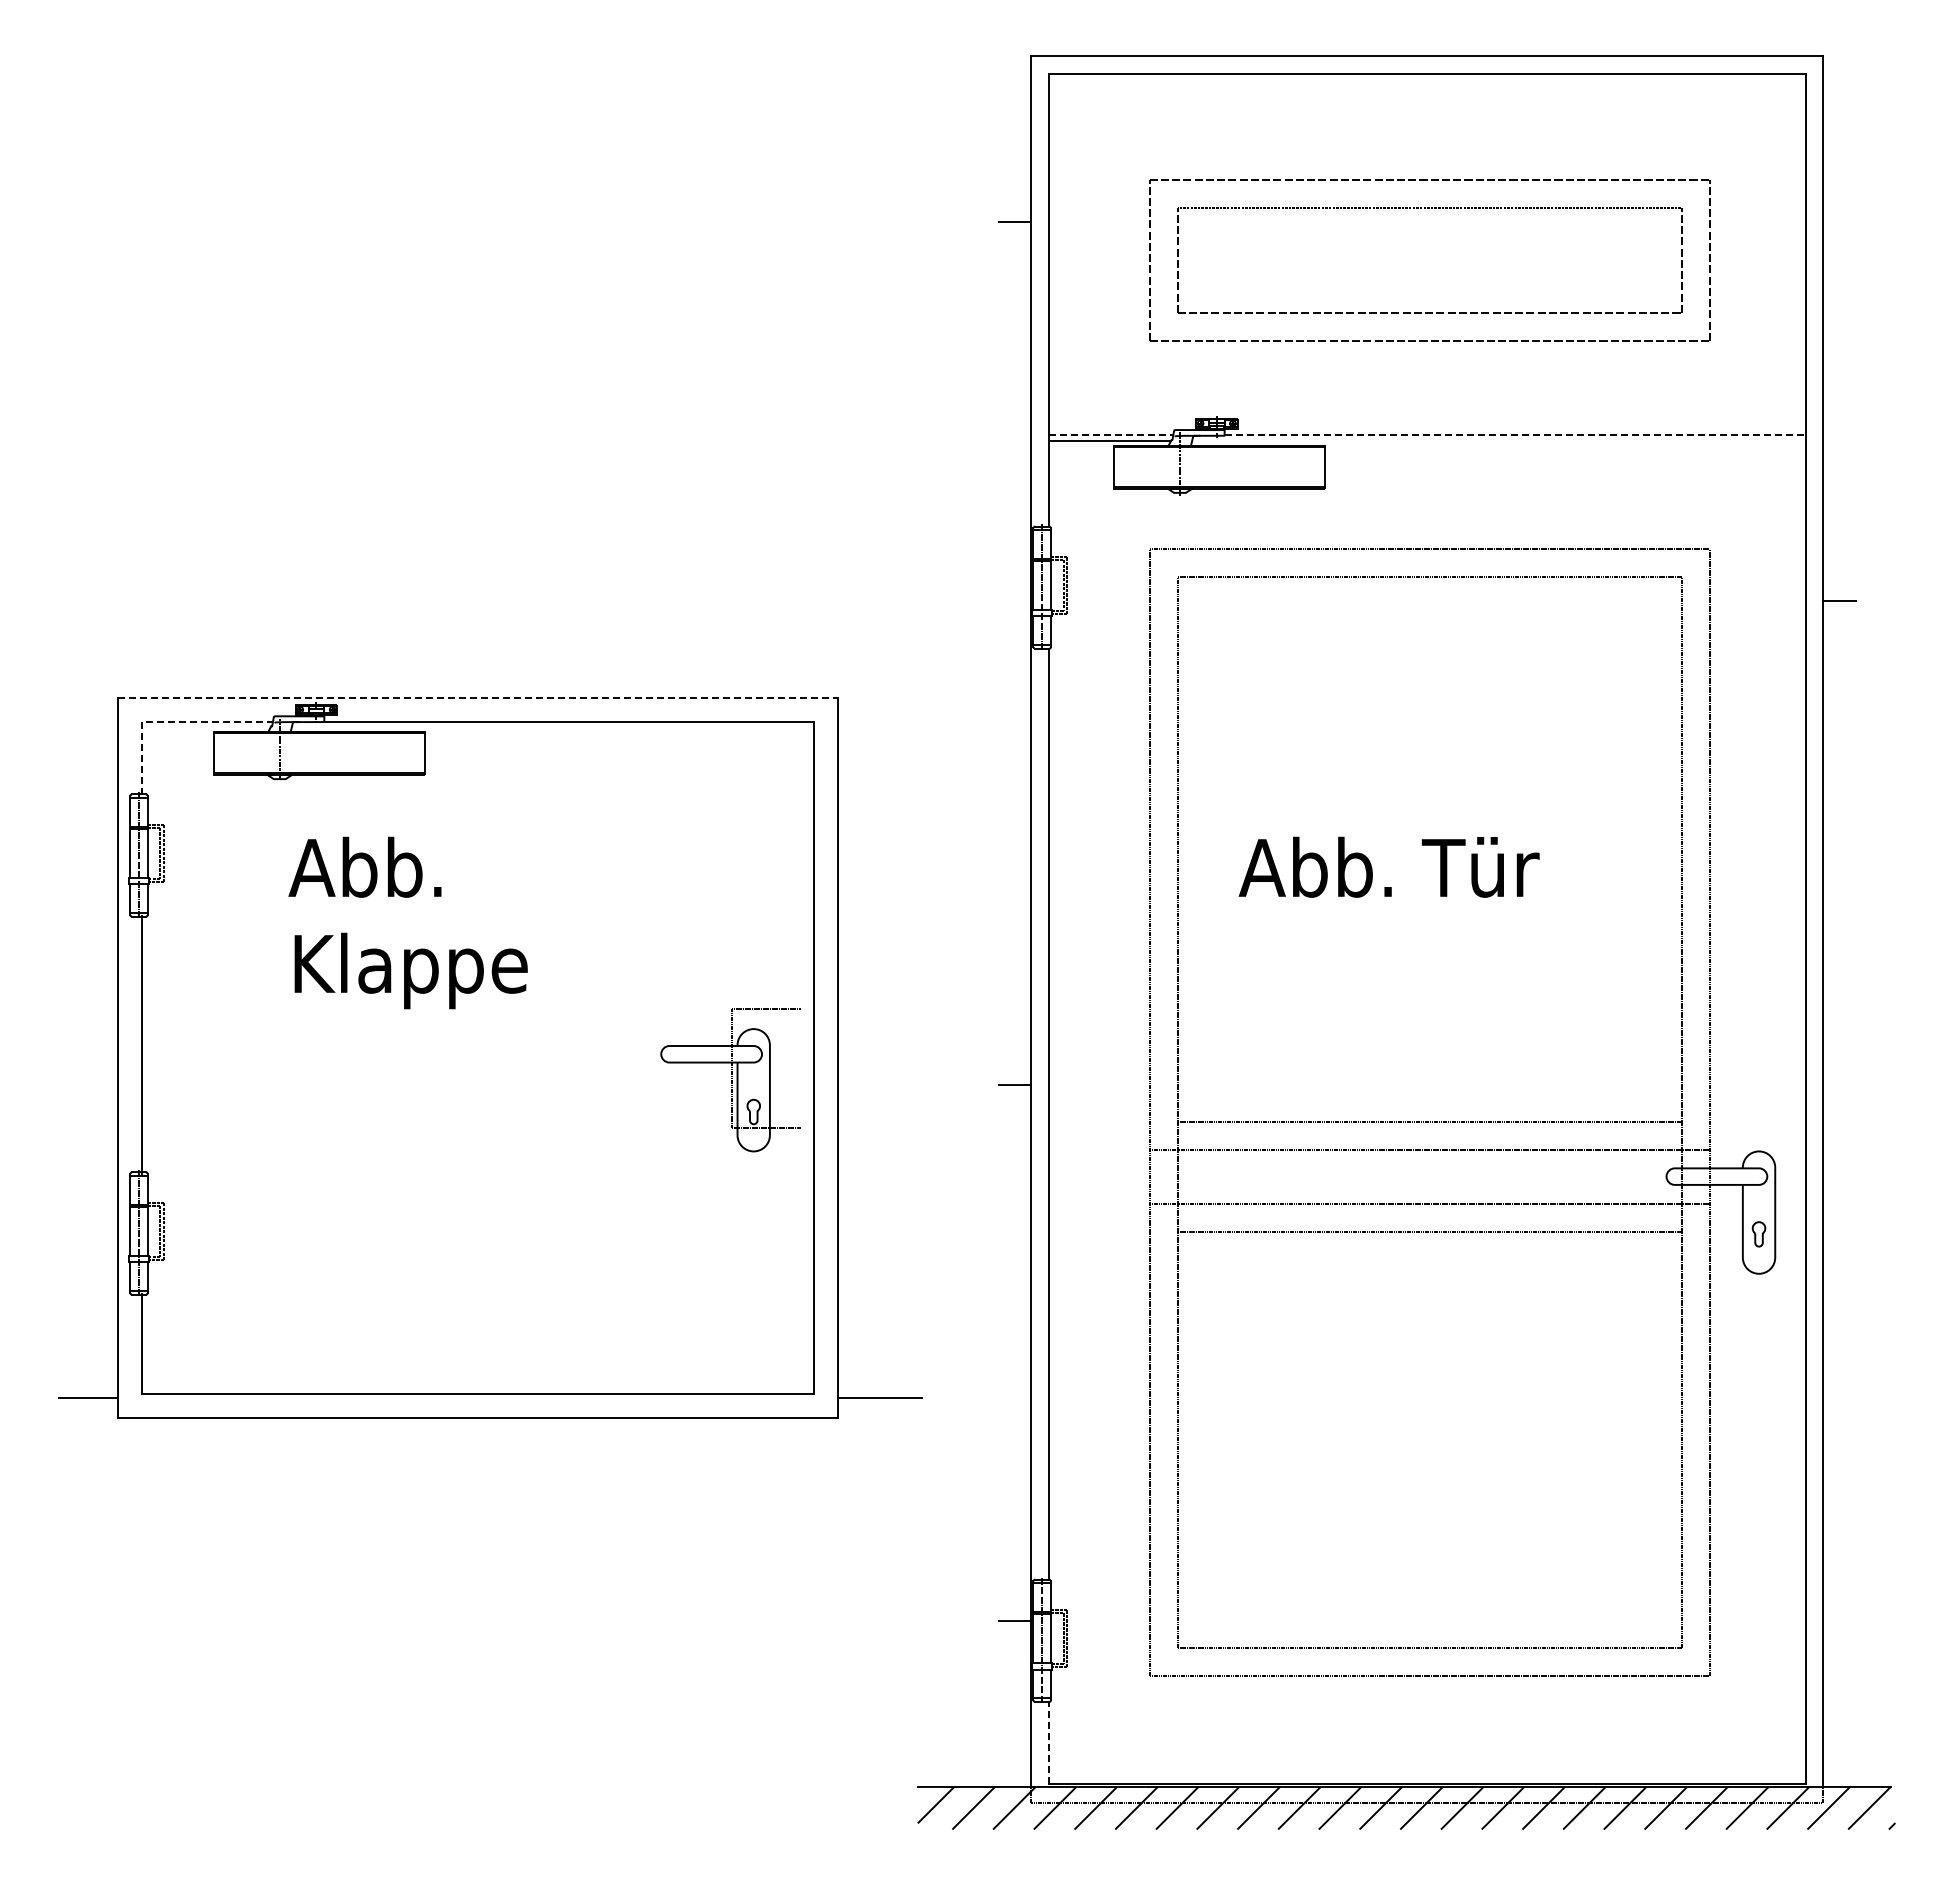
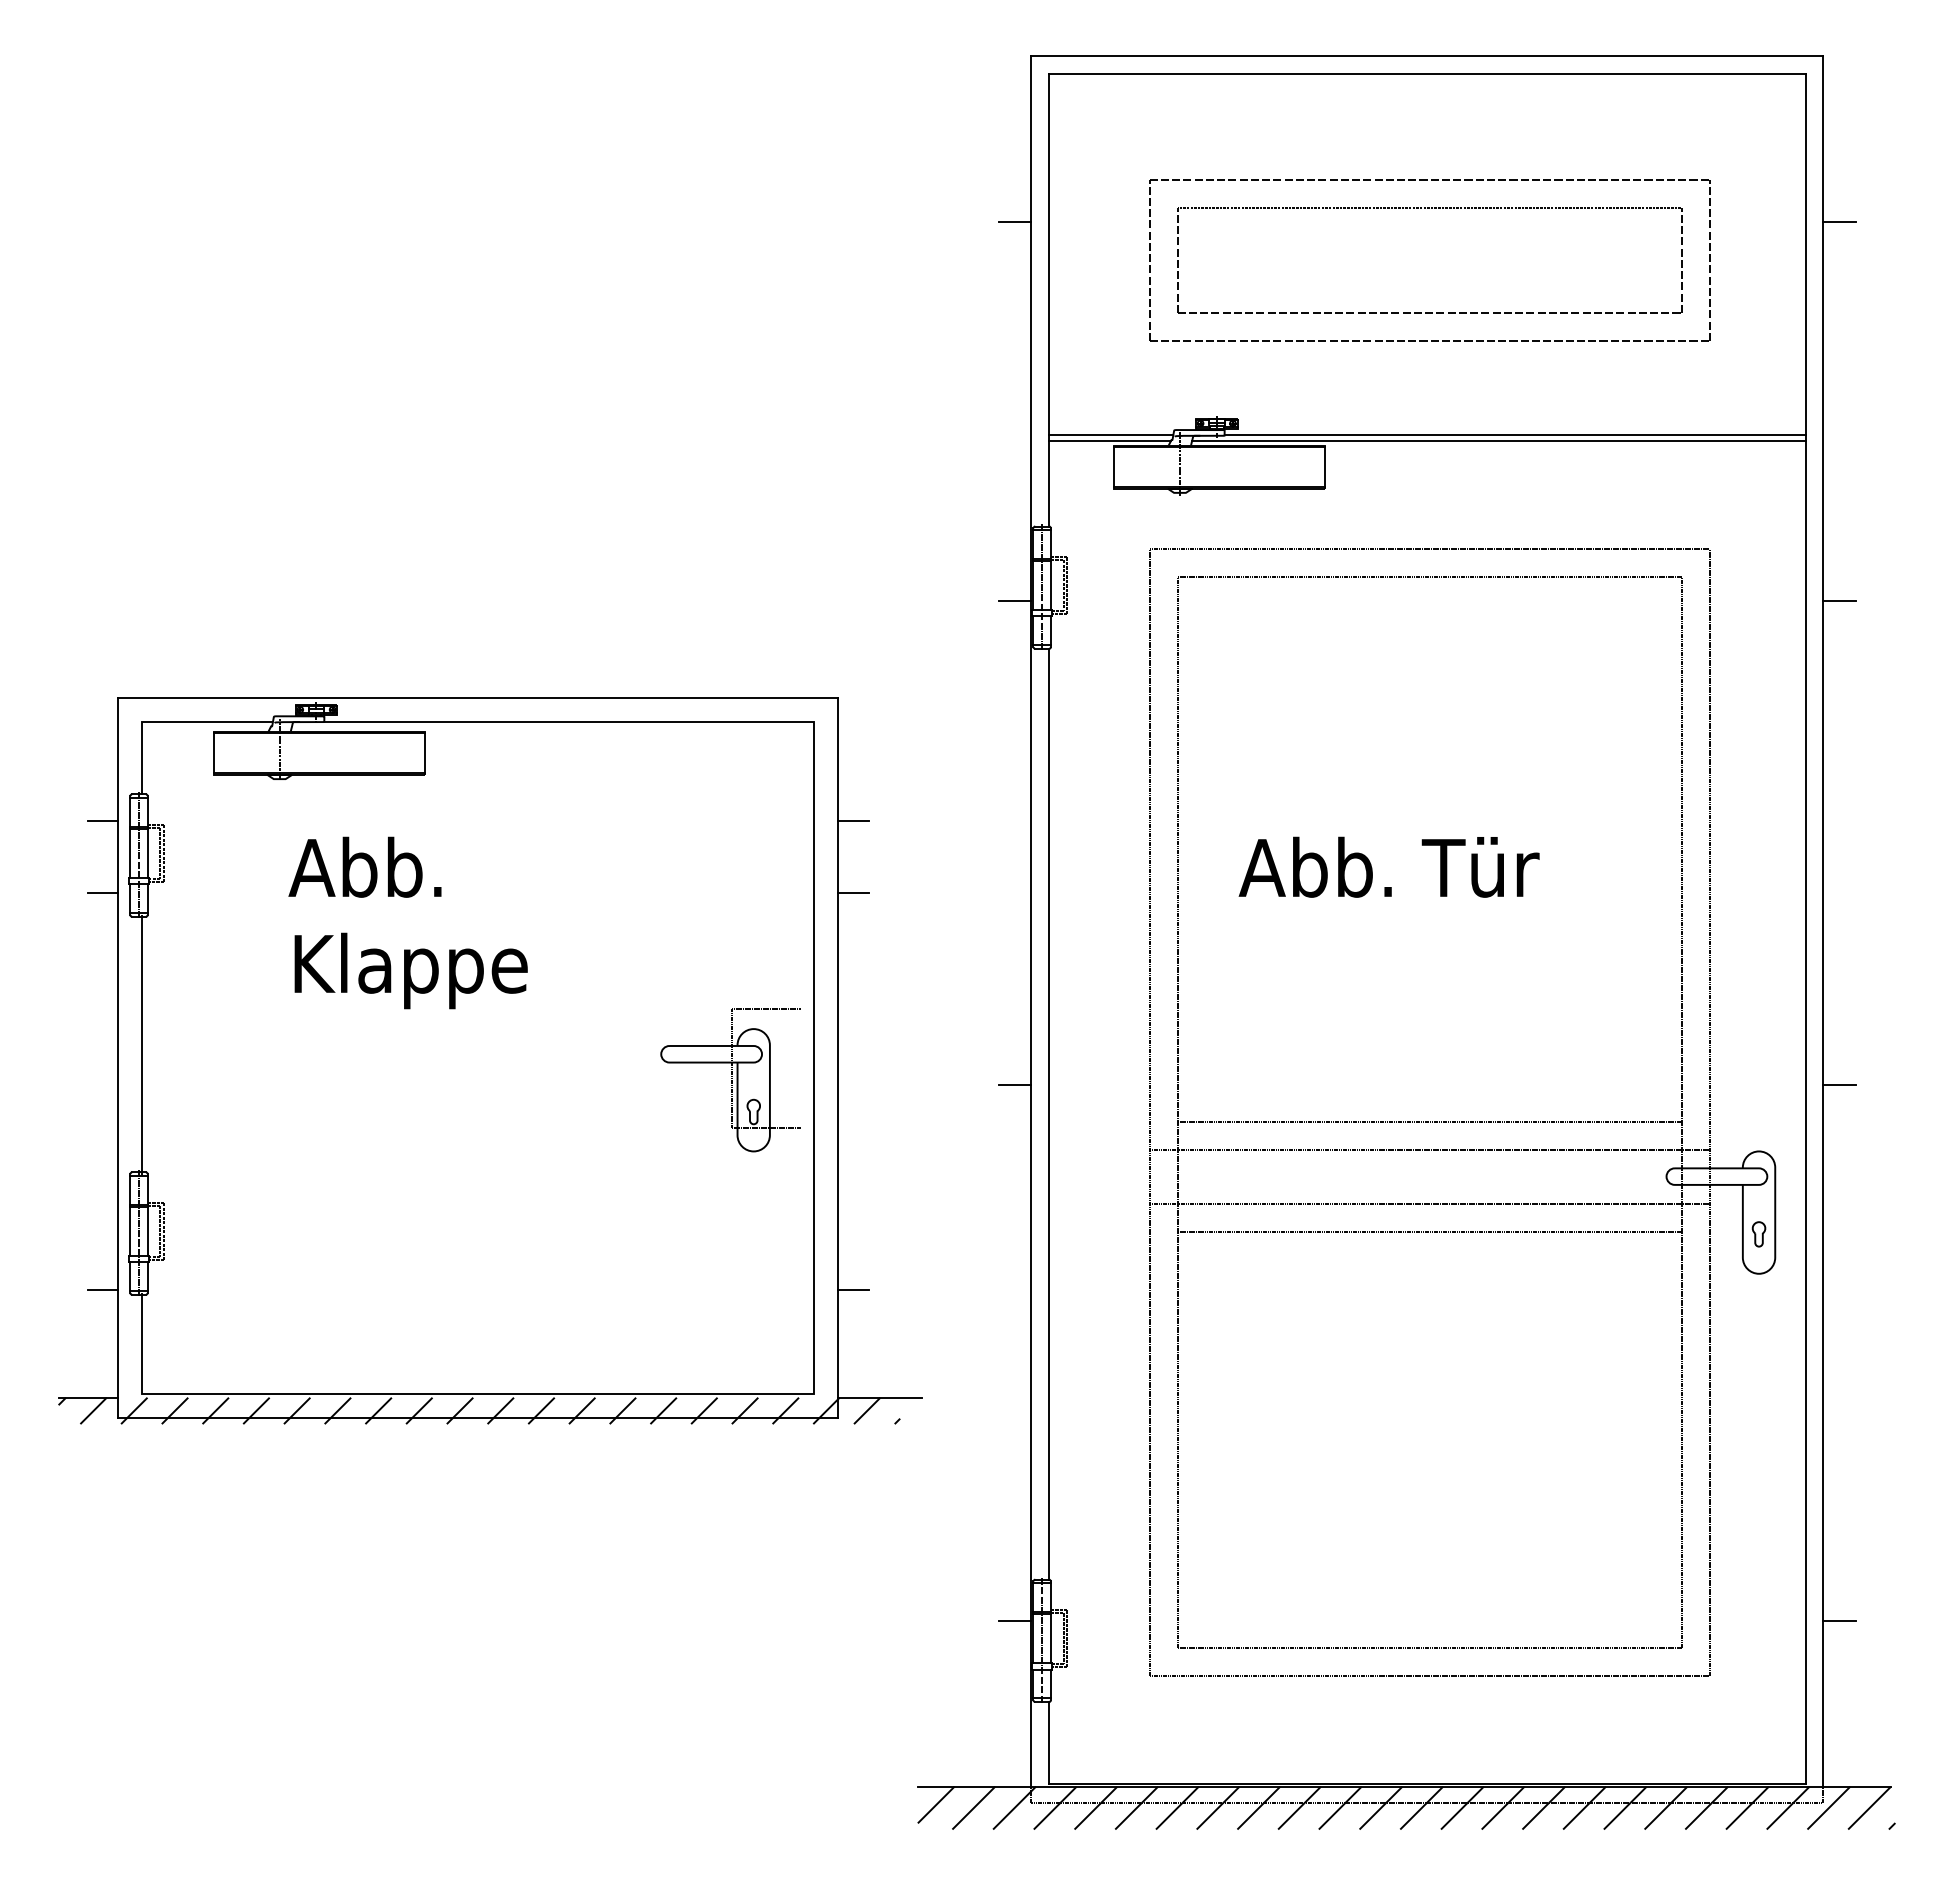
line at (1839, 222): none -> present
line at (1111, 435): dashed -> solid
line at (1515, 435): dashed -> solid
line at (1498, 440): none -> present
line at (1014, 600): none -> present
line at (478, 698): dashed -> solid
line at (169, 721): dashed -> solid
line at (102, 820): none -> present
line at (852, 820): none -> present
line at (102, 893): none -> present
line at (852, 893): none -> present
line at (1839, 1084): none -> present
line at (102, 1289): none -> present
line at (852, 1289): none -> present
hatch at (479, 1410): none -> present
line at (1839, 1621): none -> present
line at (1048, 1743): dashed -> solid
